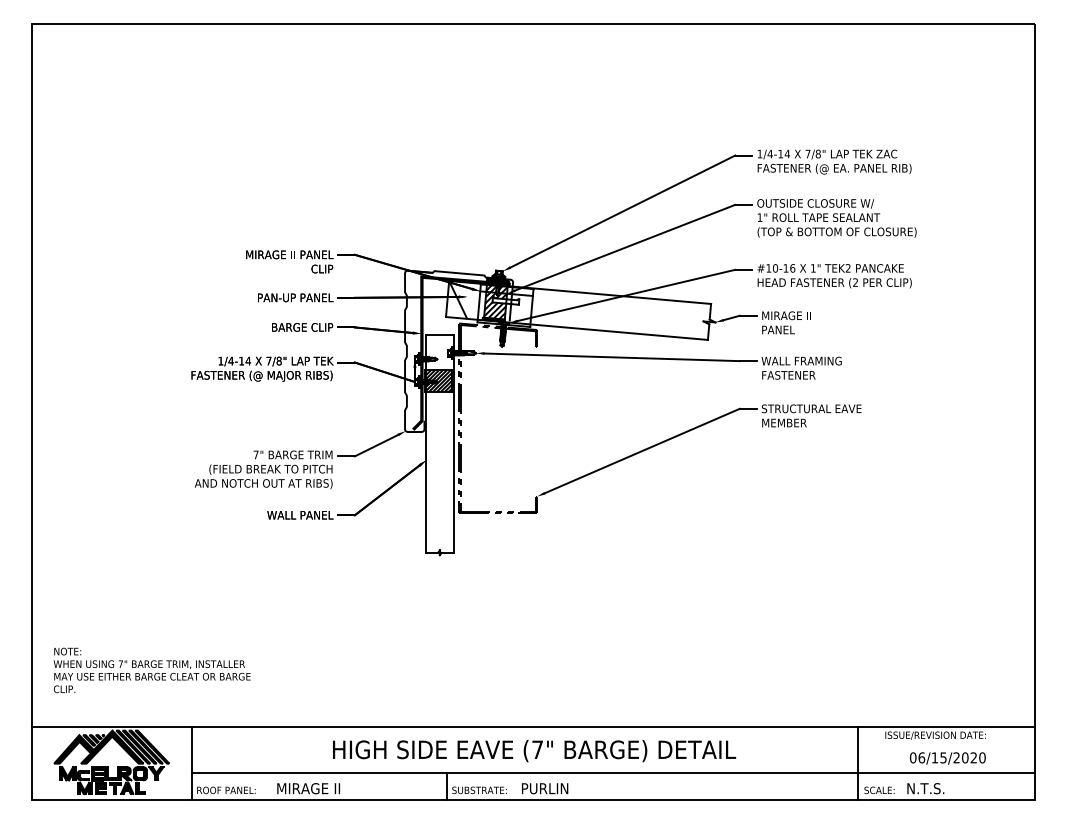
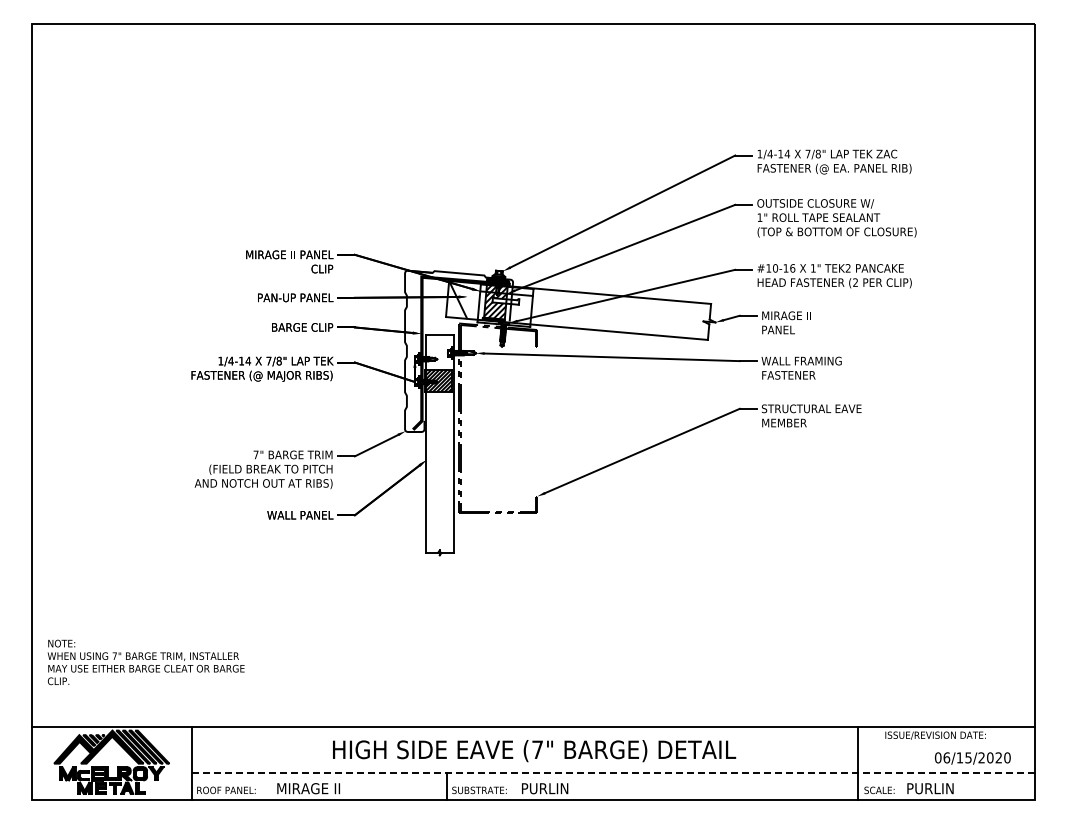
text at (151, 670) position: (151, 670) -> (145, 662)
text at (947, 758) position: (947, 758) -> (972, 758)
line at (613, 772): solid -> dashed
text at (930, 788): N.T.S. -> PURLIN
